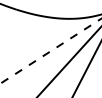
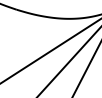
line at (50, 51): dashed -> solid
